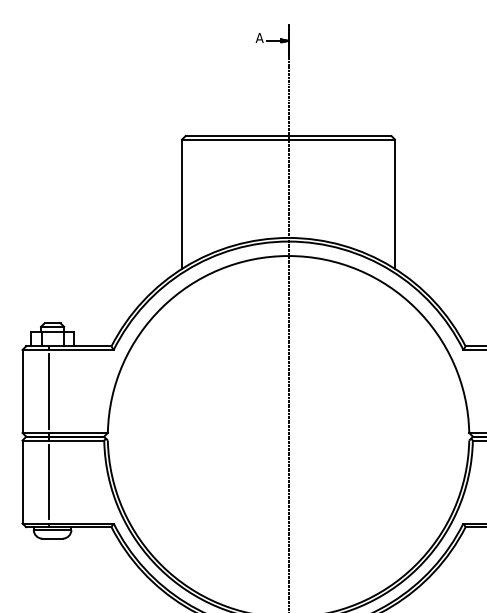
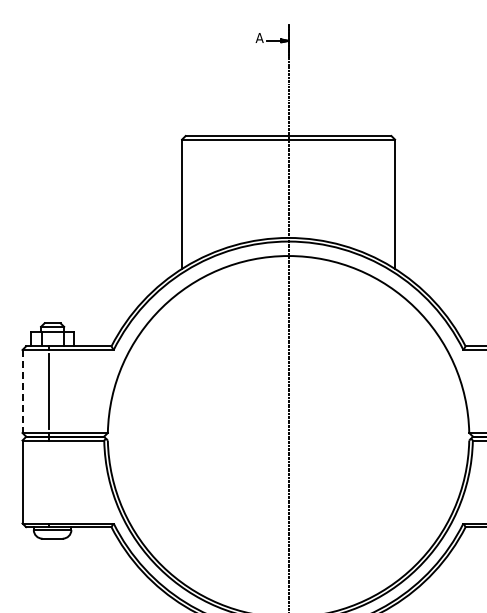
line at (22, 392): solid -> dashed
line at (49, 481): present -> none
